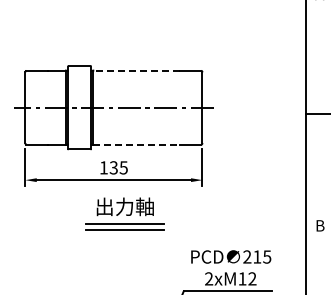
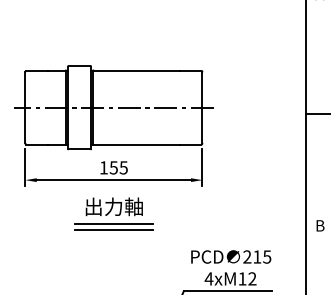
line at (136, 70): dashed -> solid
line at (137, 144): dashed -> solid
text at (113, 167): 135 -> 155
part at (124, 213) position: (124, 213) -> (113, 213)
text at (208, 278): 2xM12 -> 4xM12
